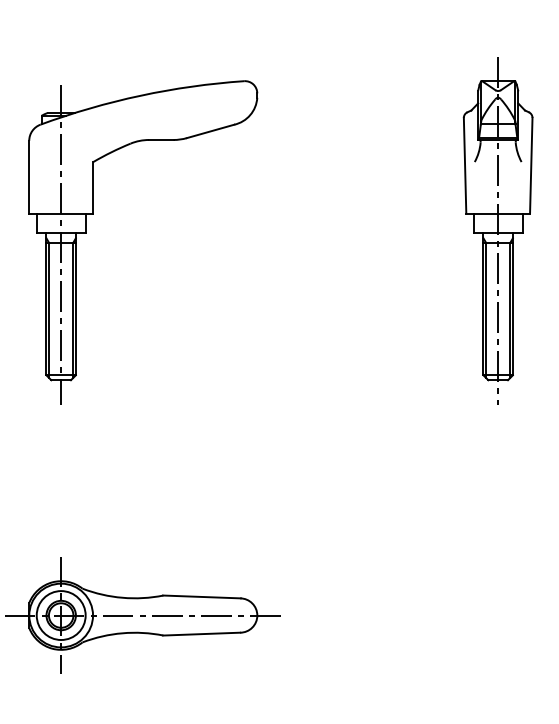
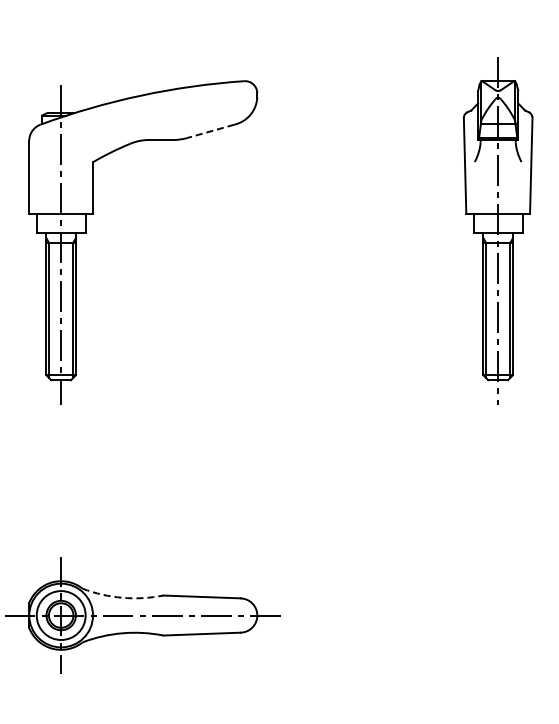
line at (210, 131): solid -> dashed
arc at (122, 597): solid -> dashed
